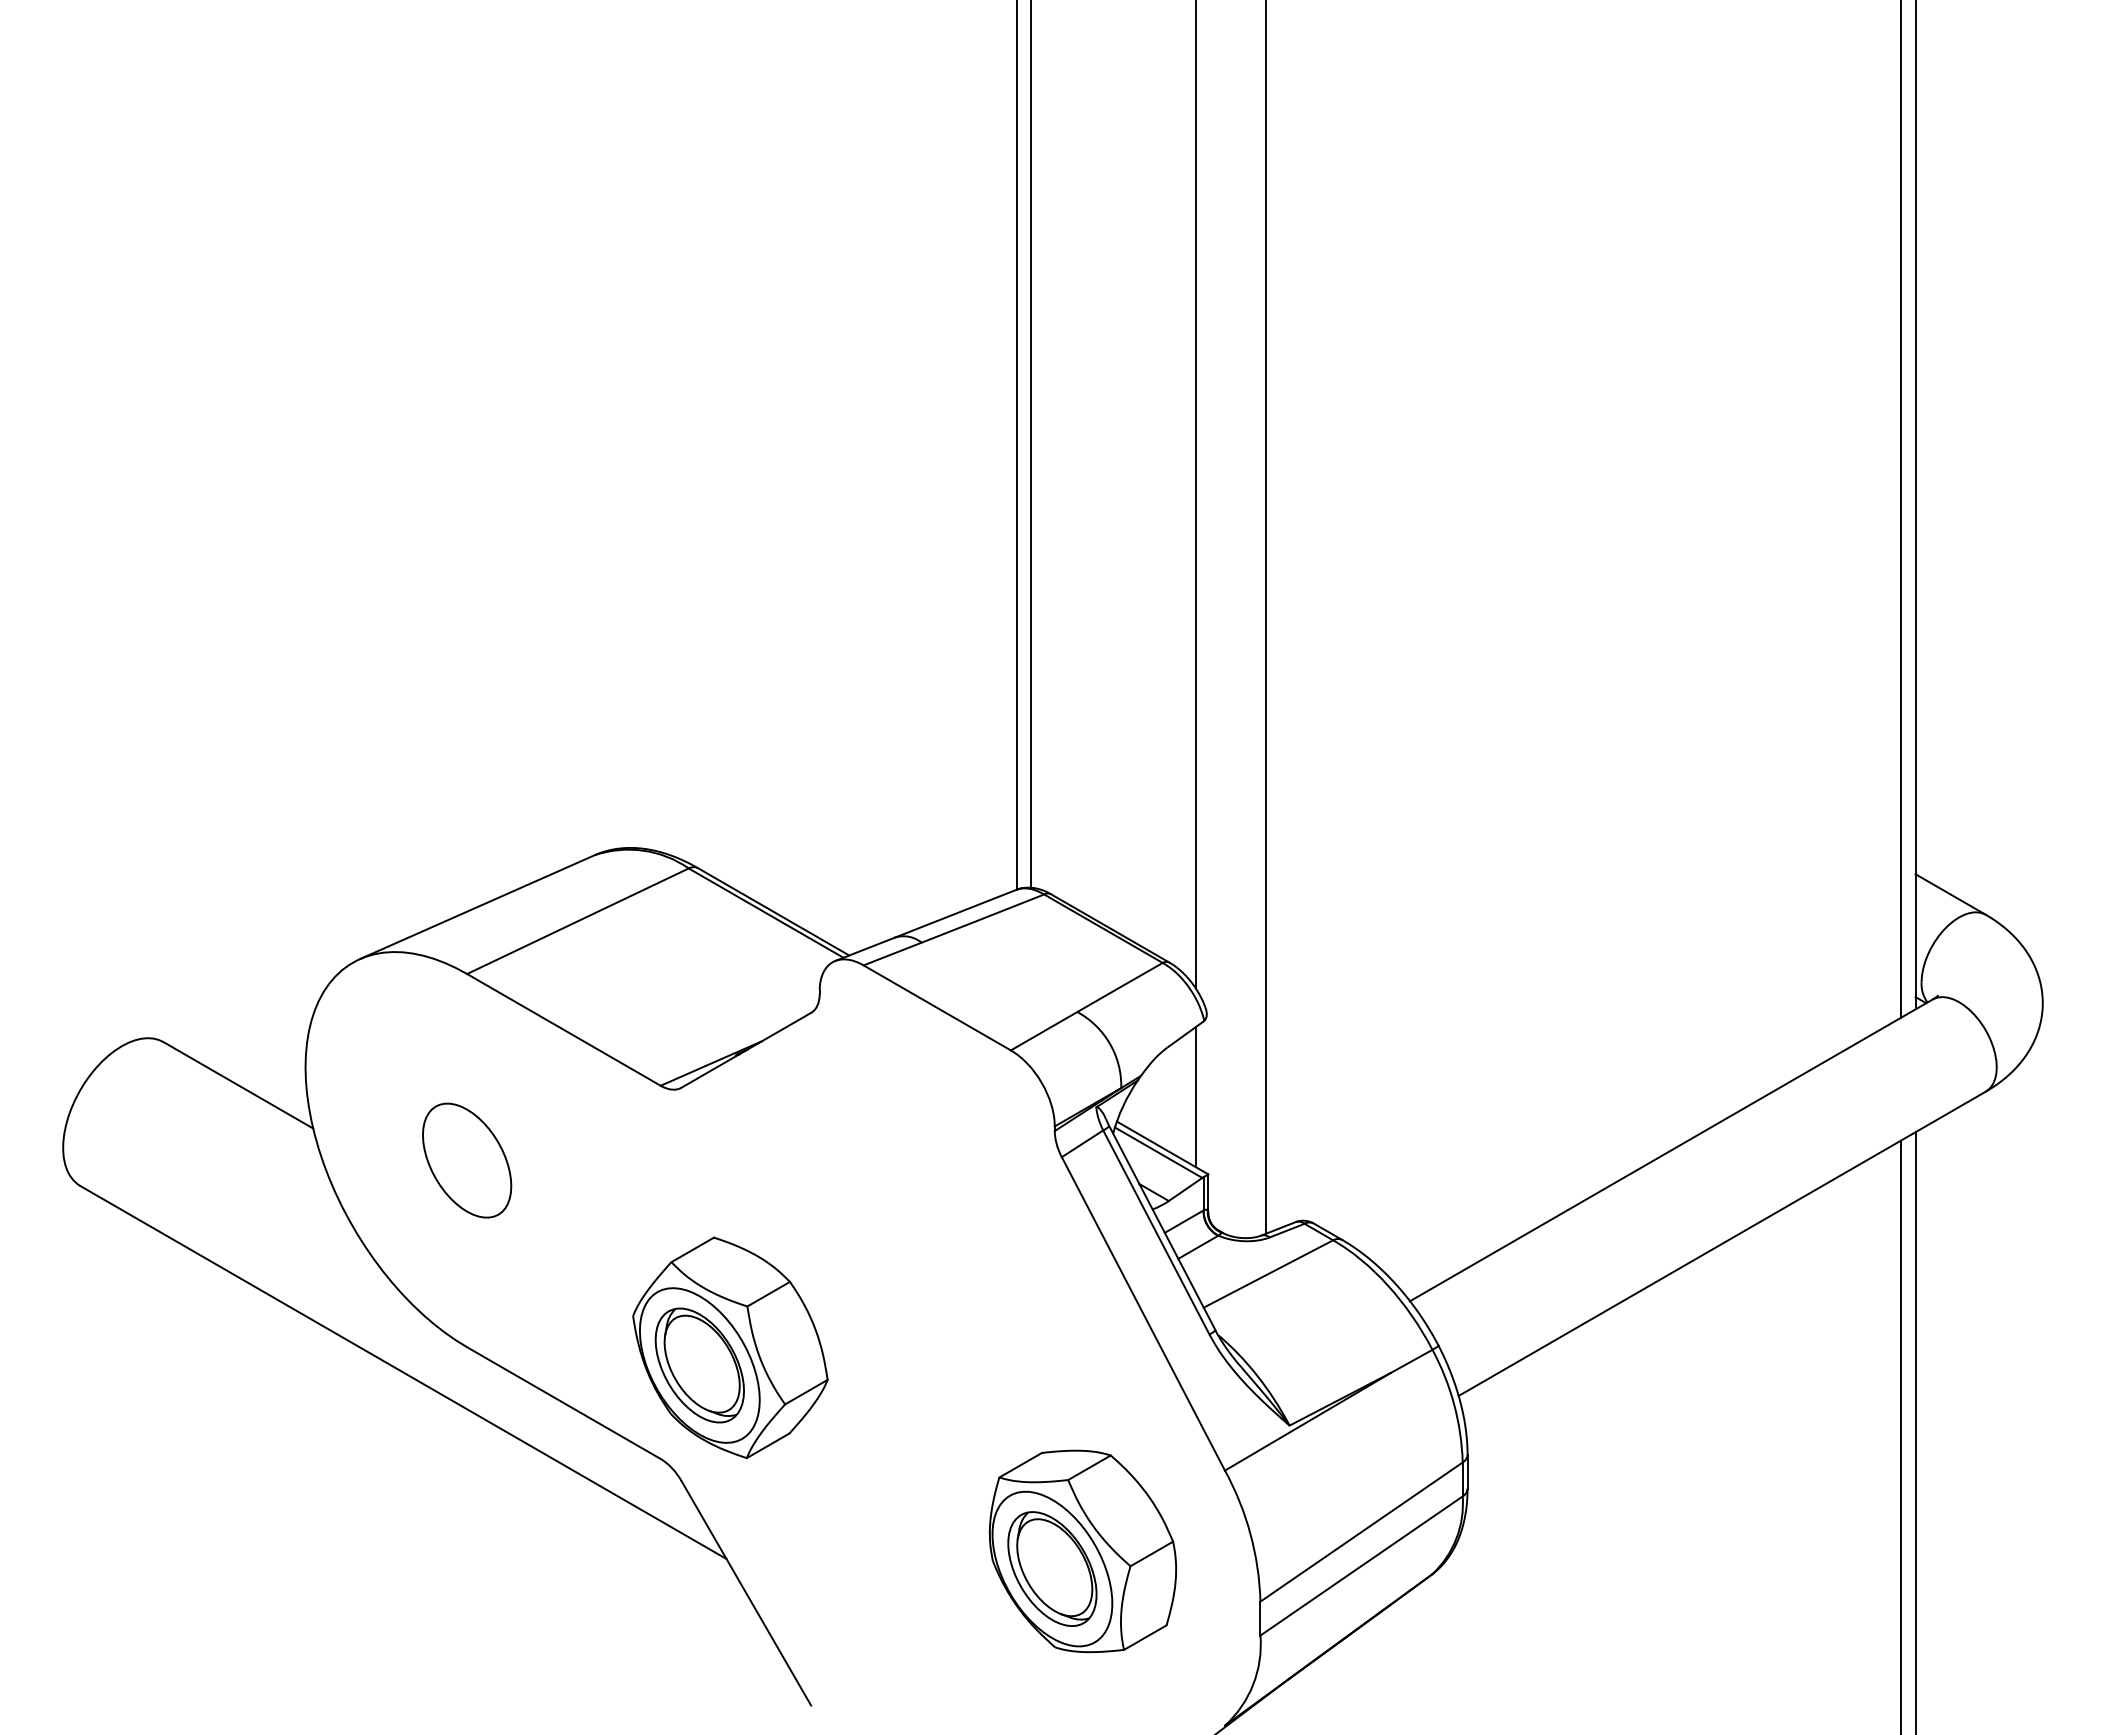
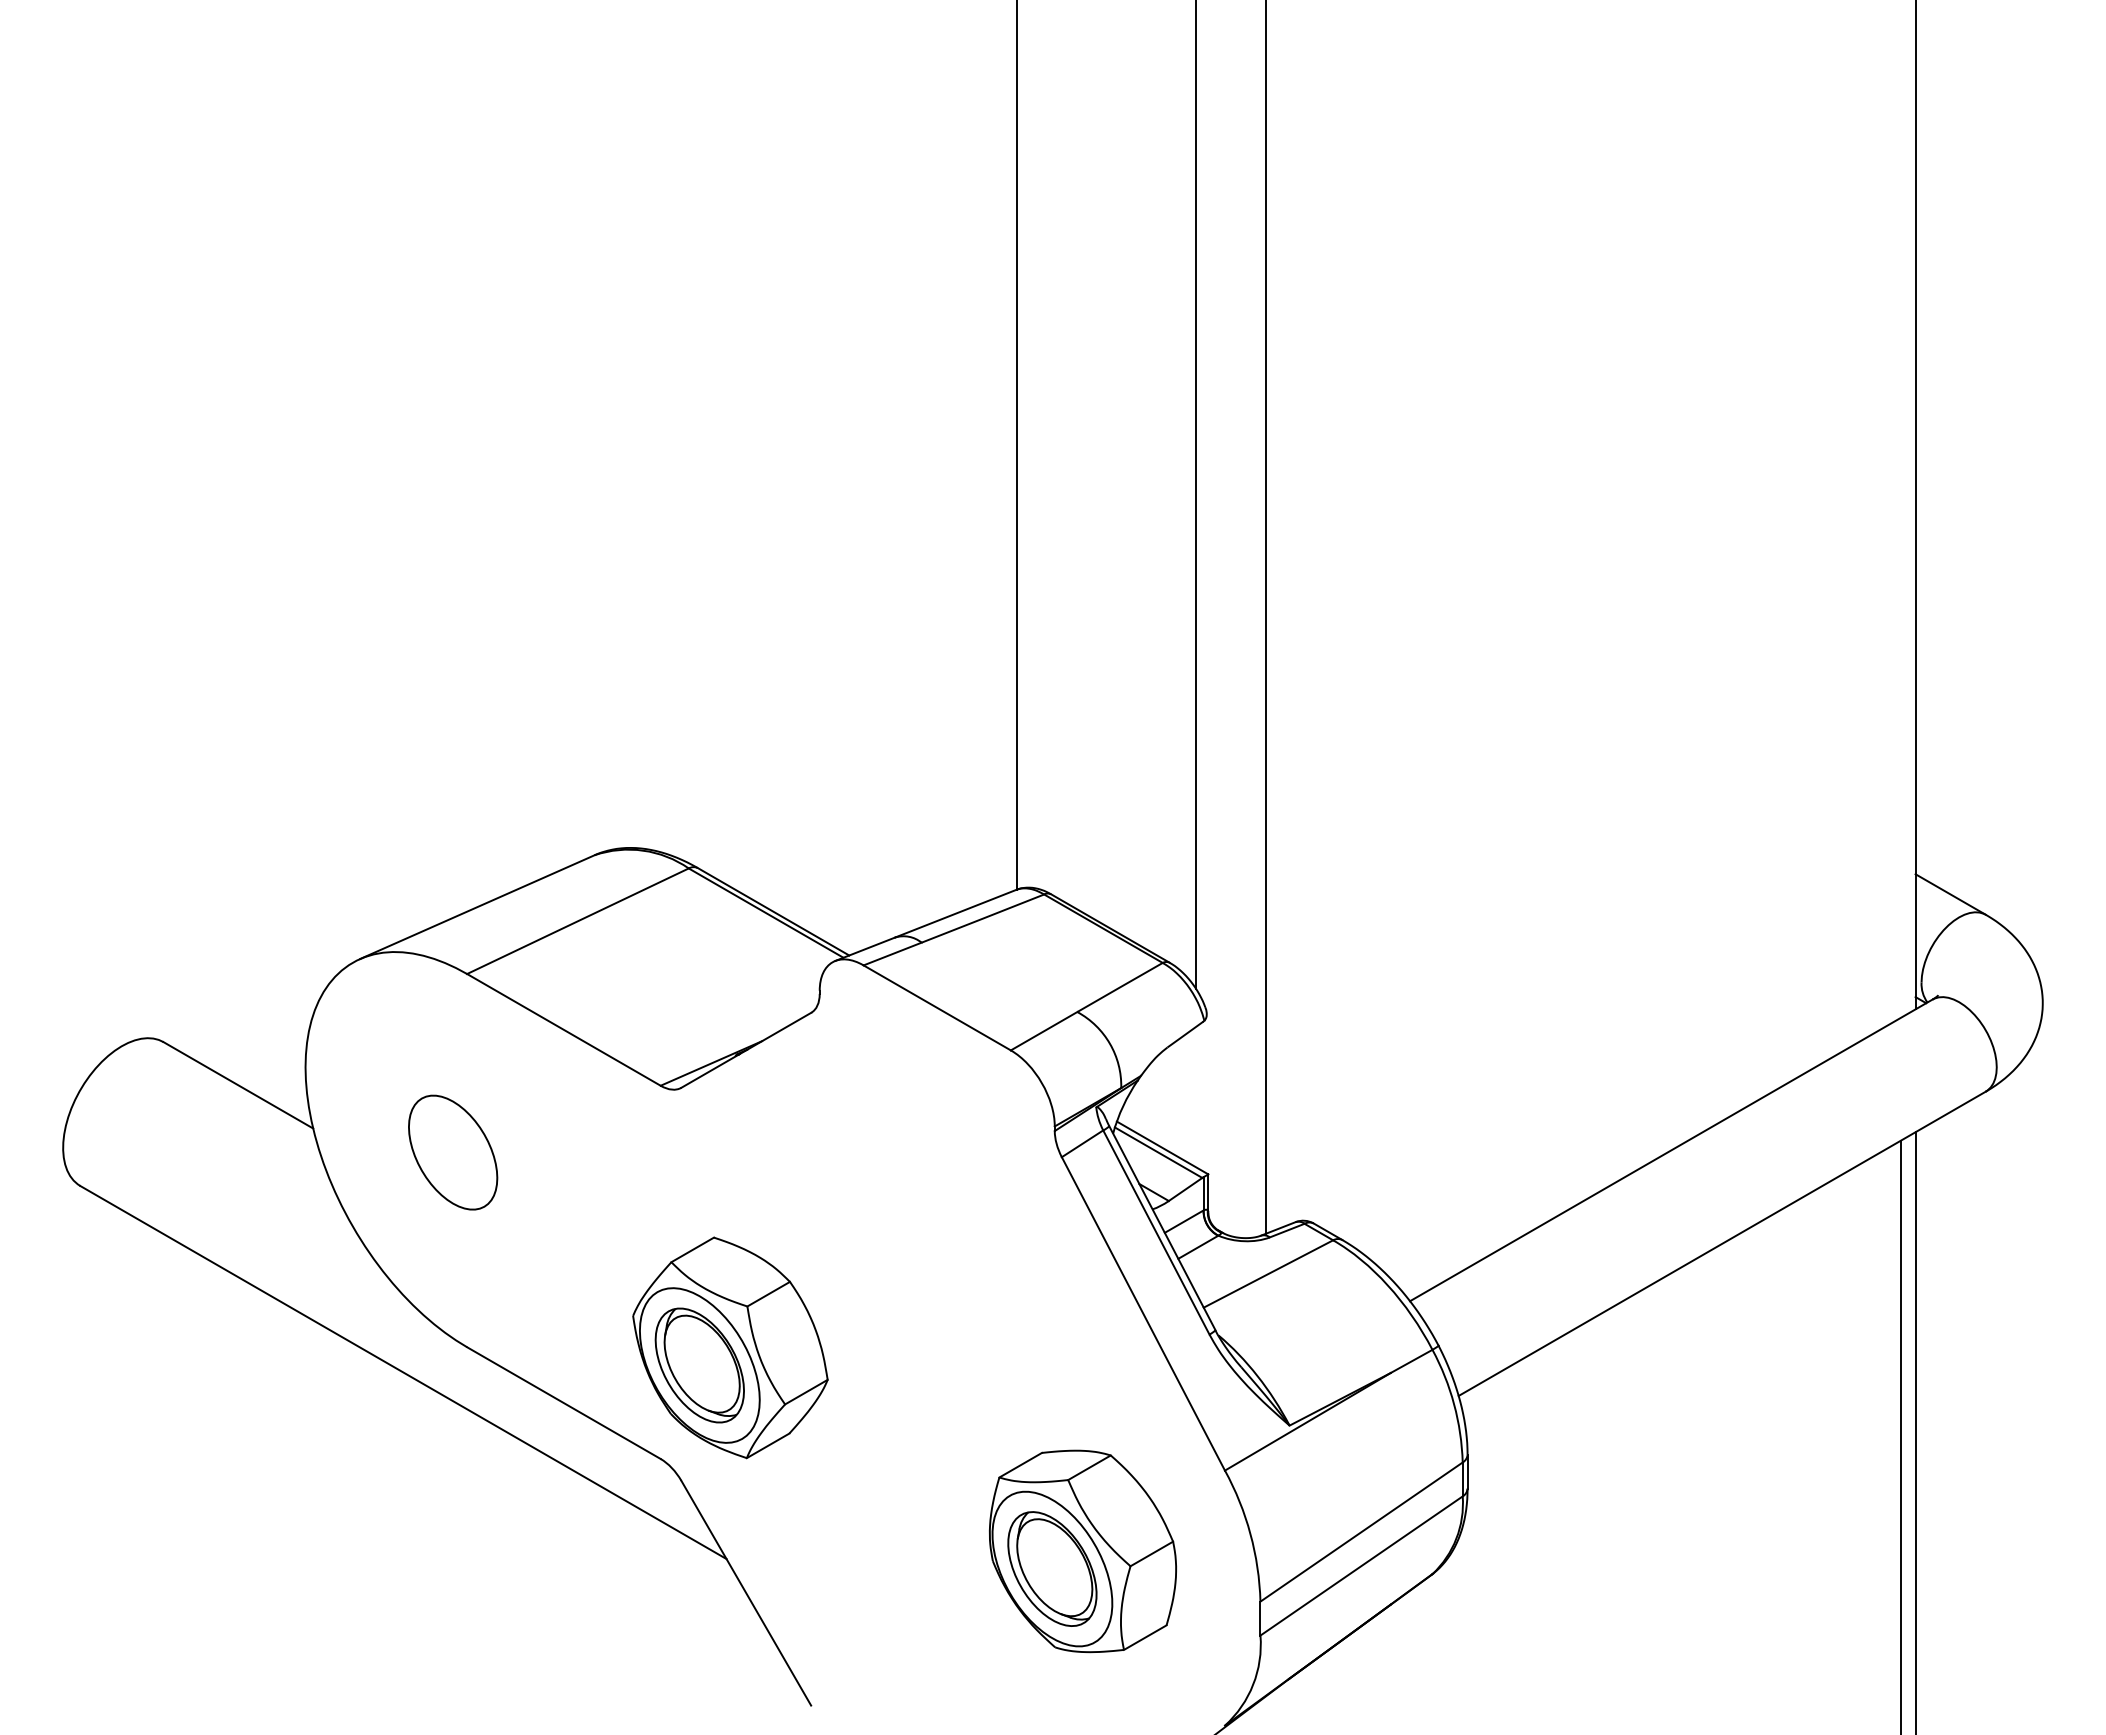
line at (1031, 444): present -> none
line at (1900, 509): present -> none
line at (1195, 1097): present -> none
part at (467, 1160) position: (467, 1160) -> (453, 1152)
